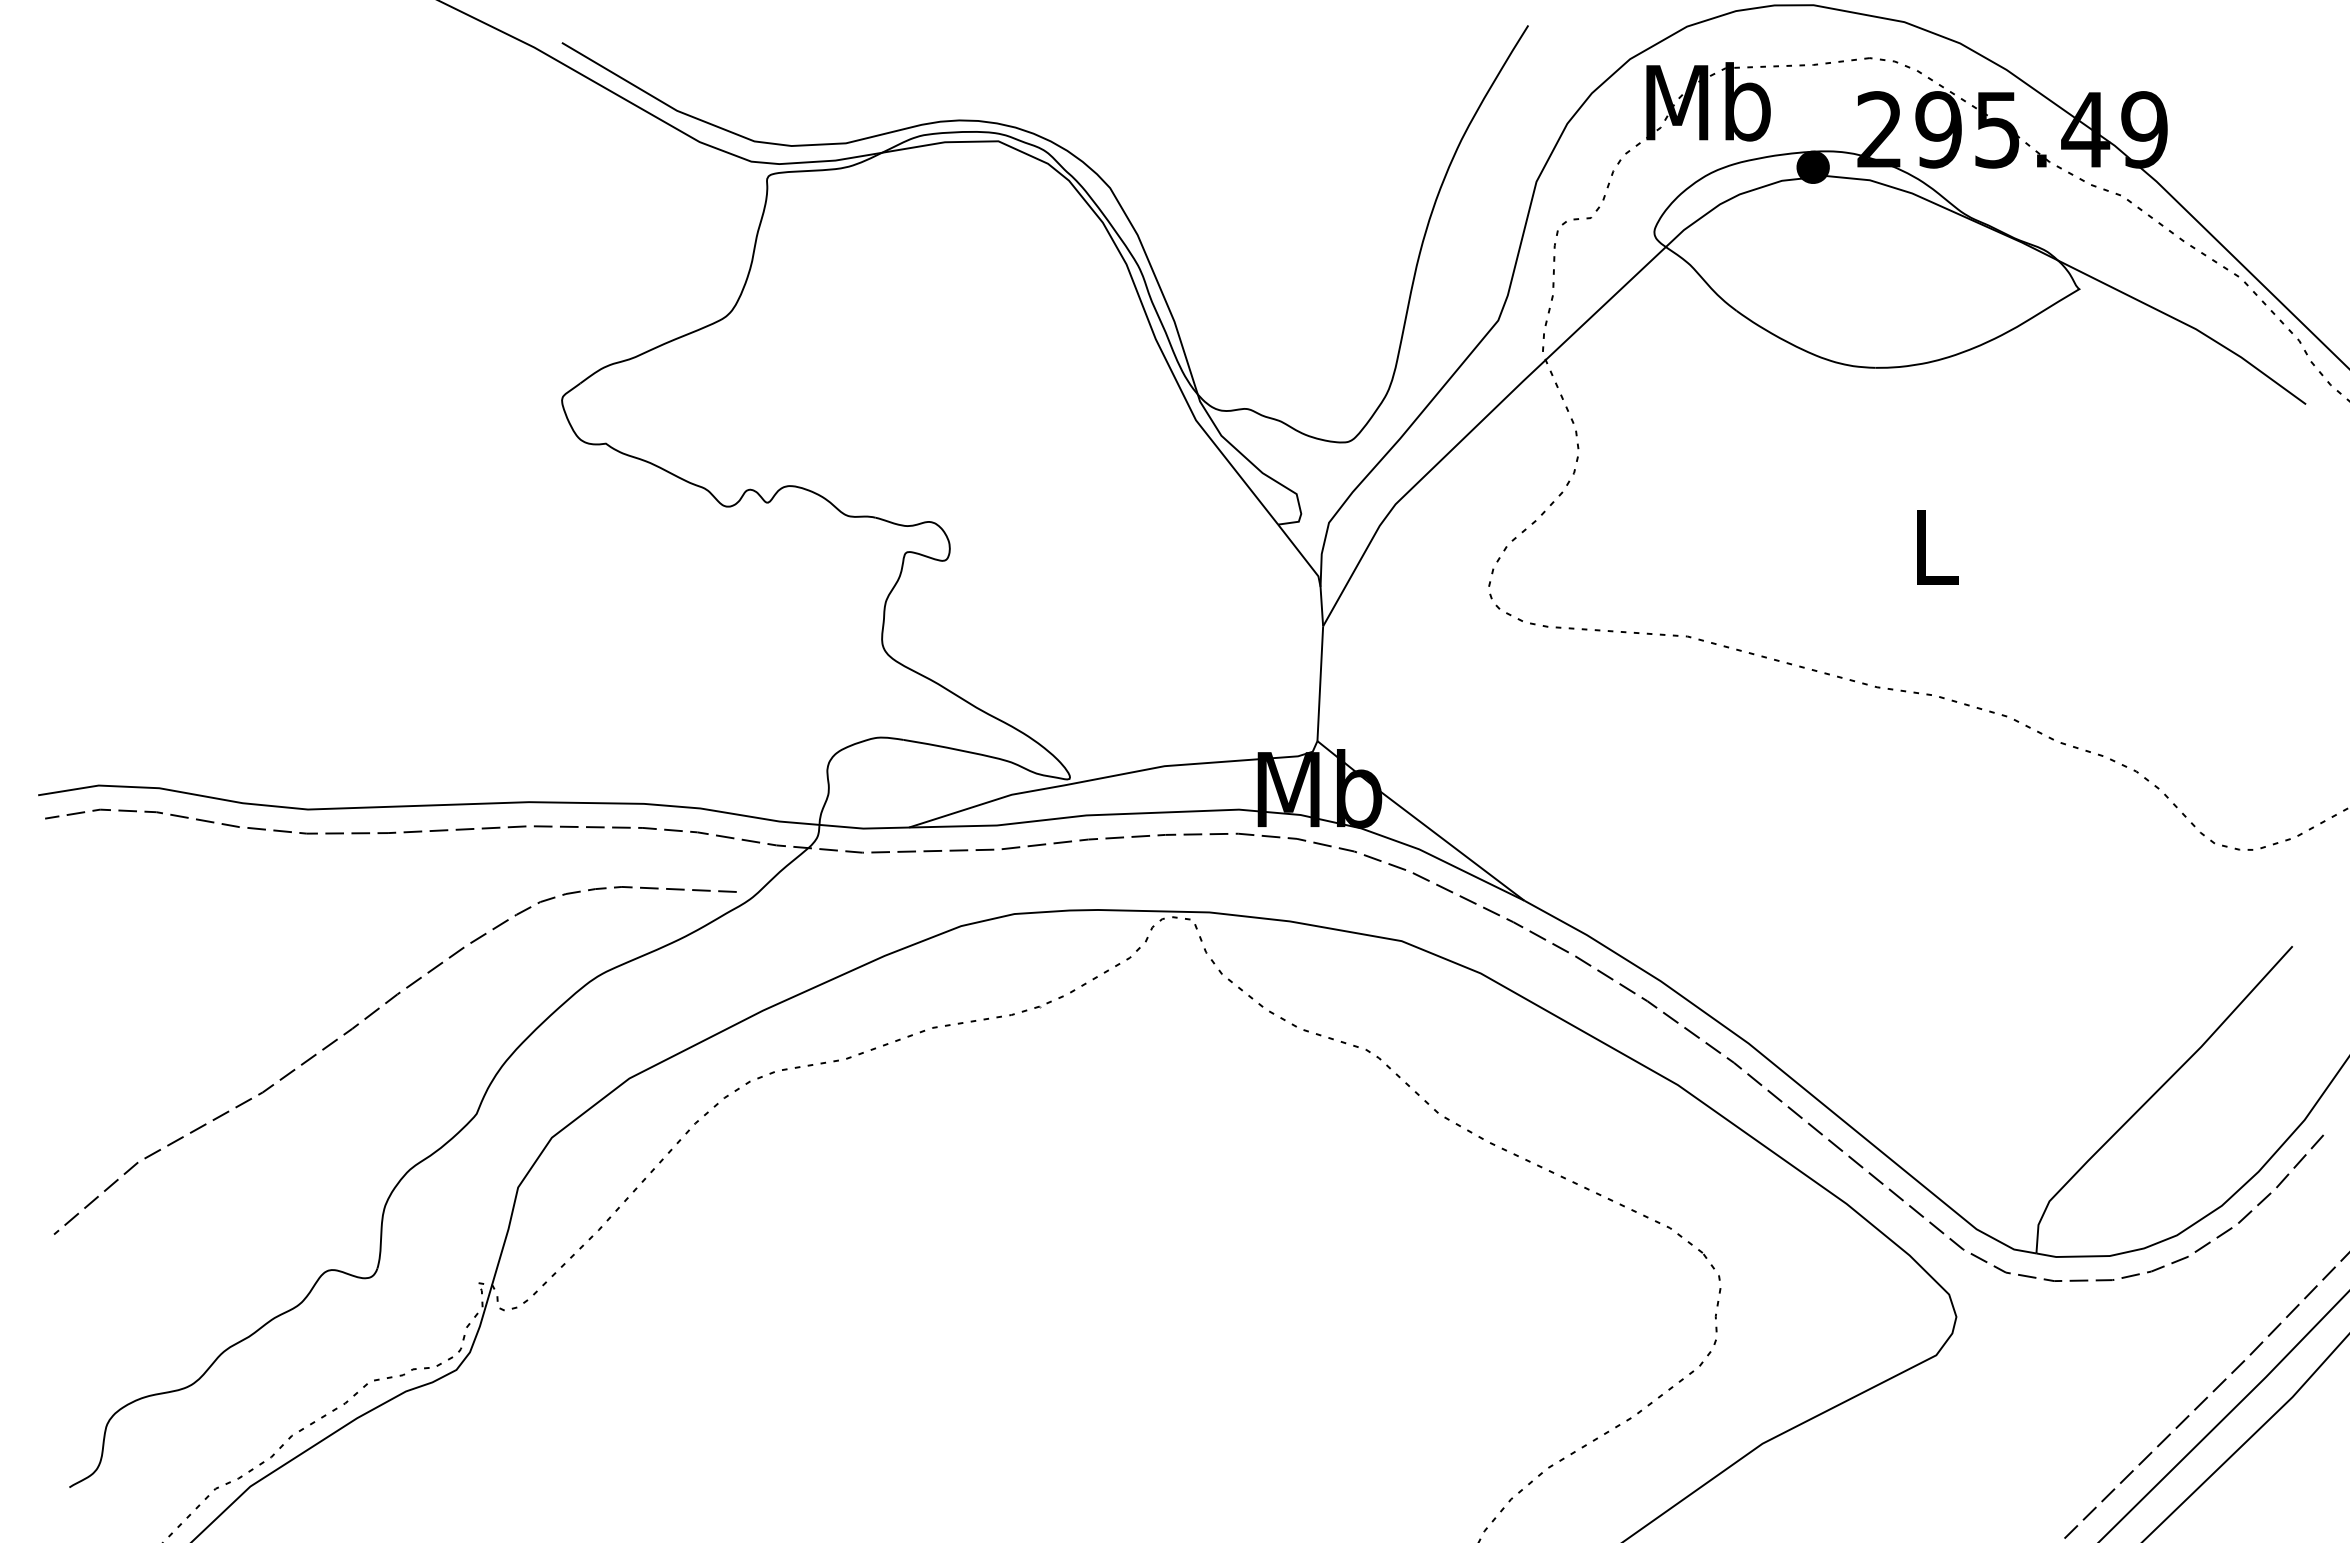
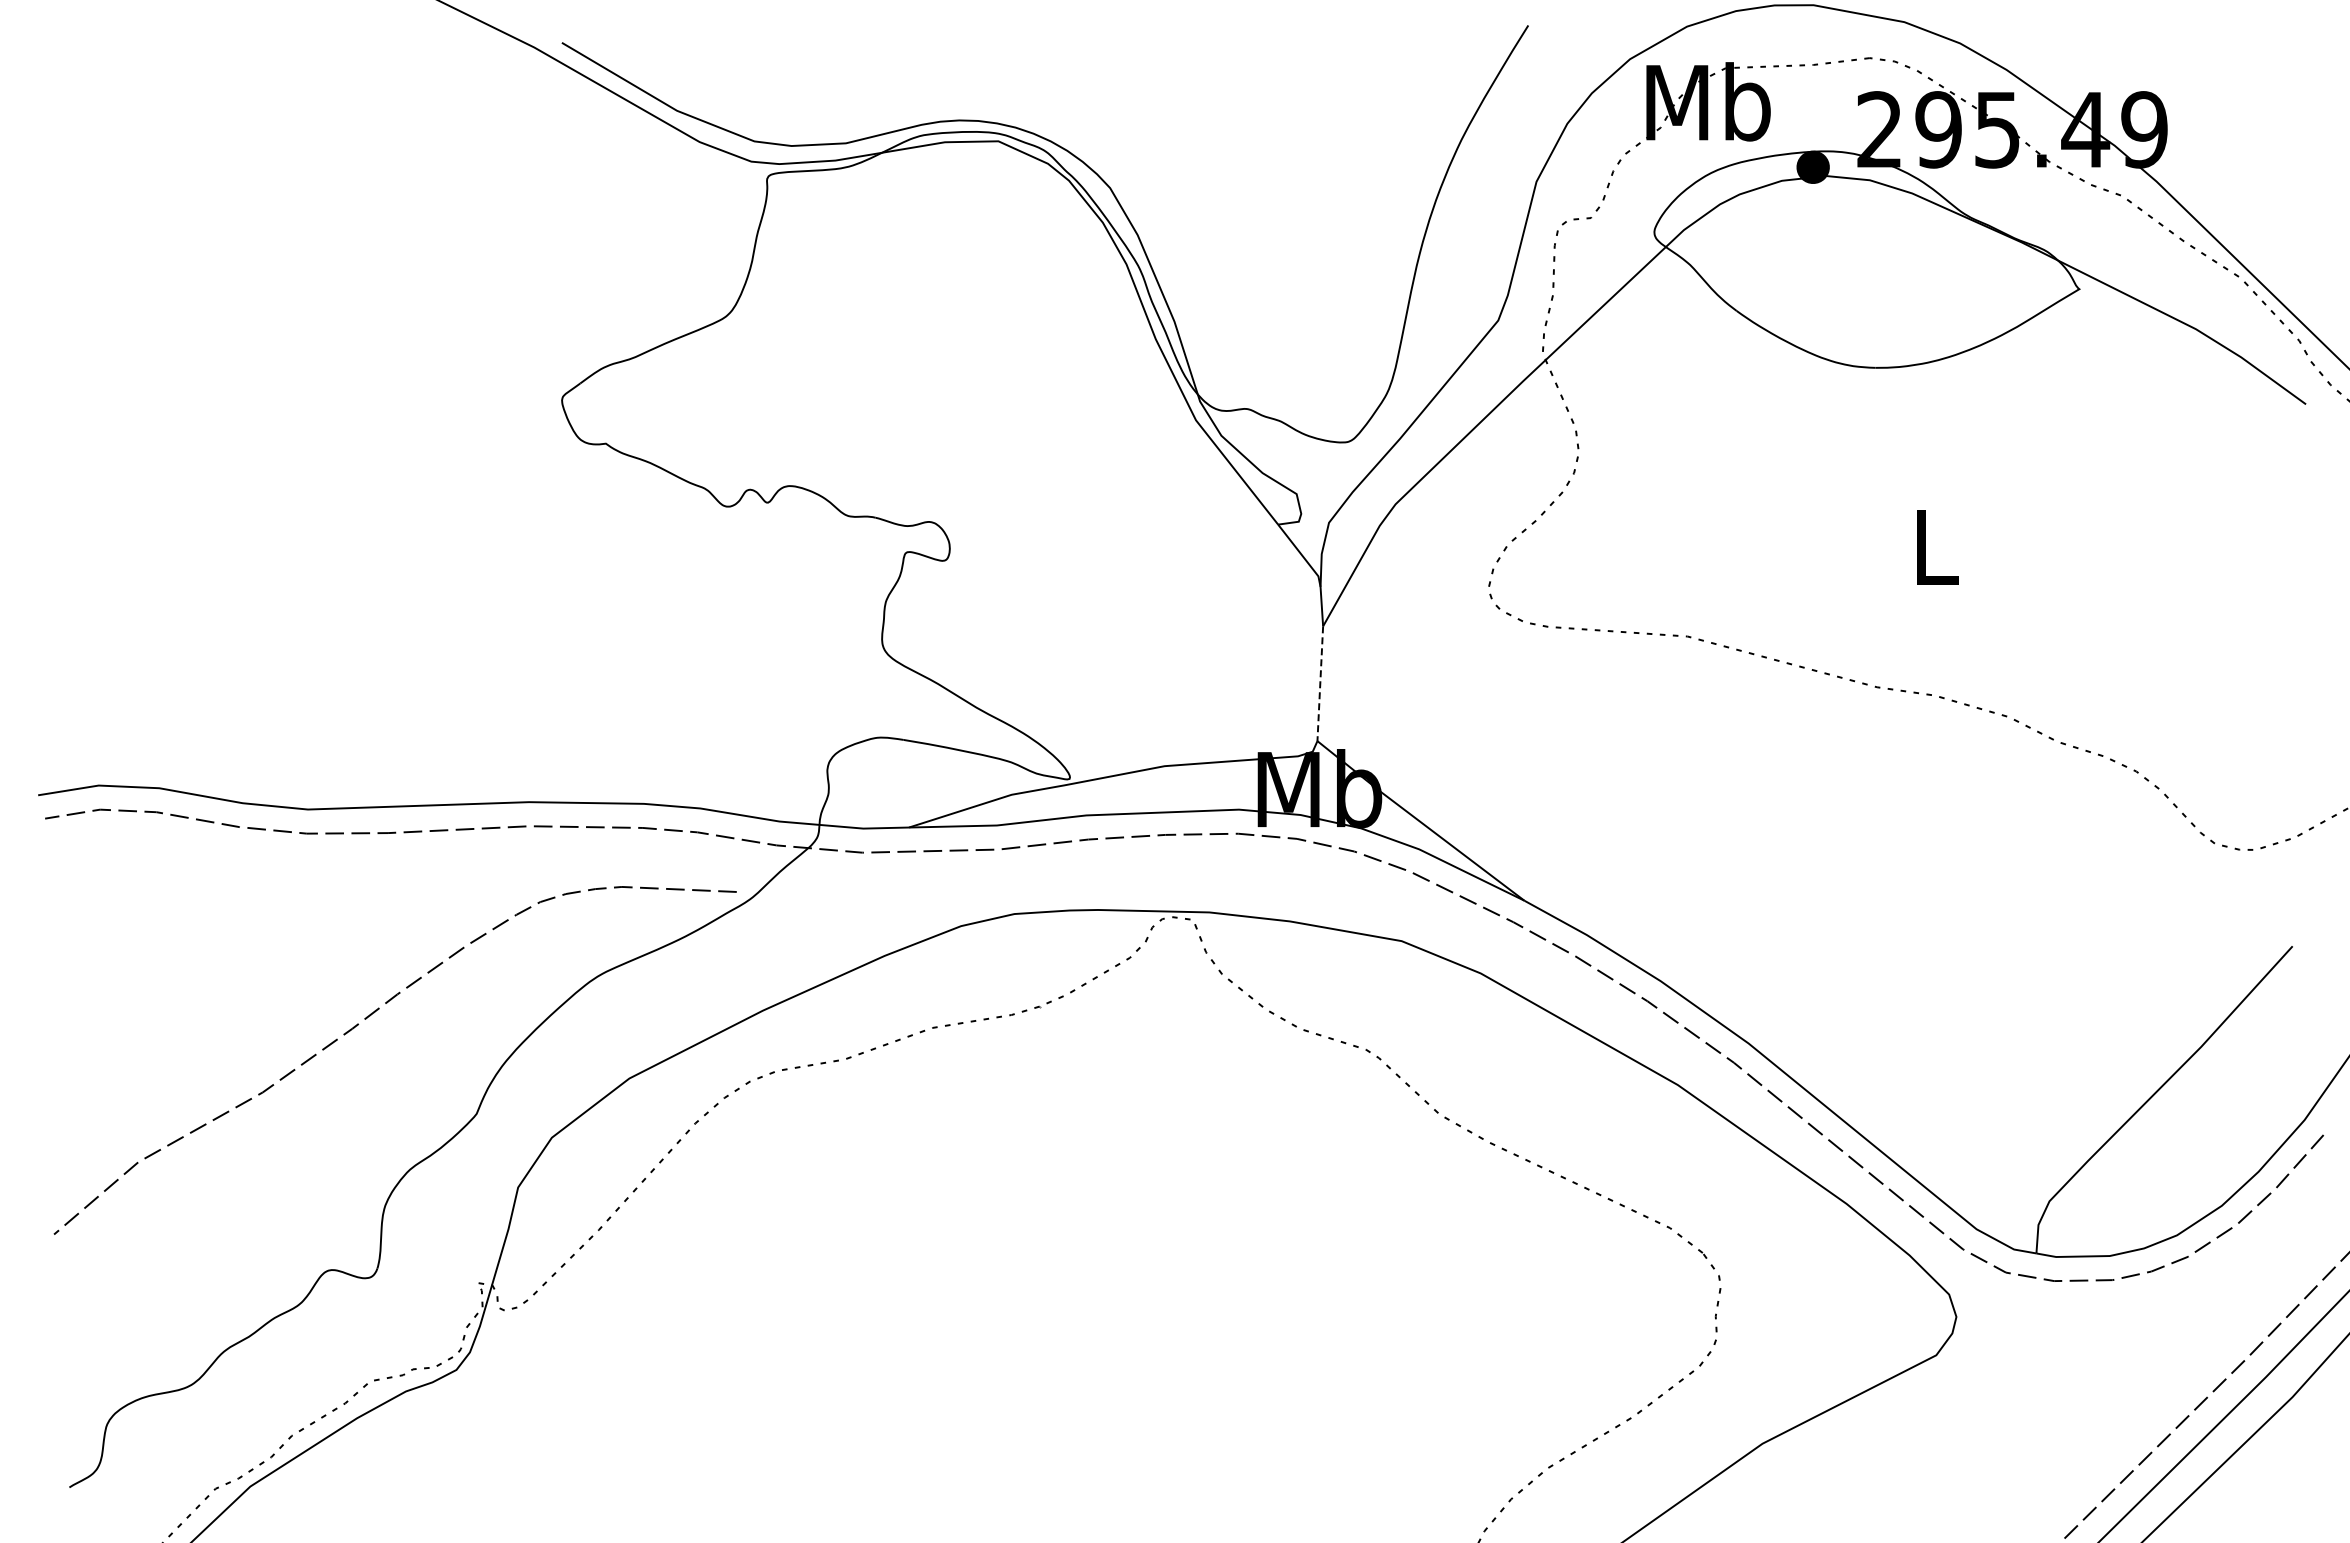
line at (1320, 684): solid -> dashed
